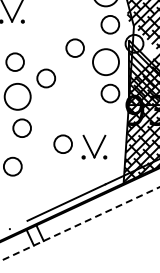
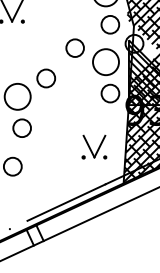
circle at (14, 61): present -> none
circle at (62, 143): present -> none
line at (79, 224): dashed -> solid
